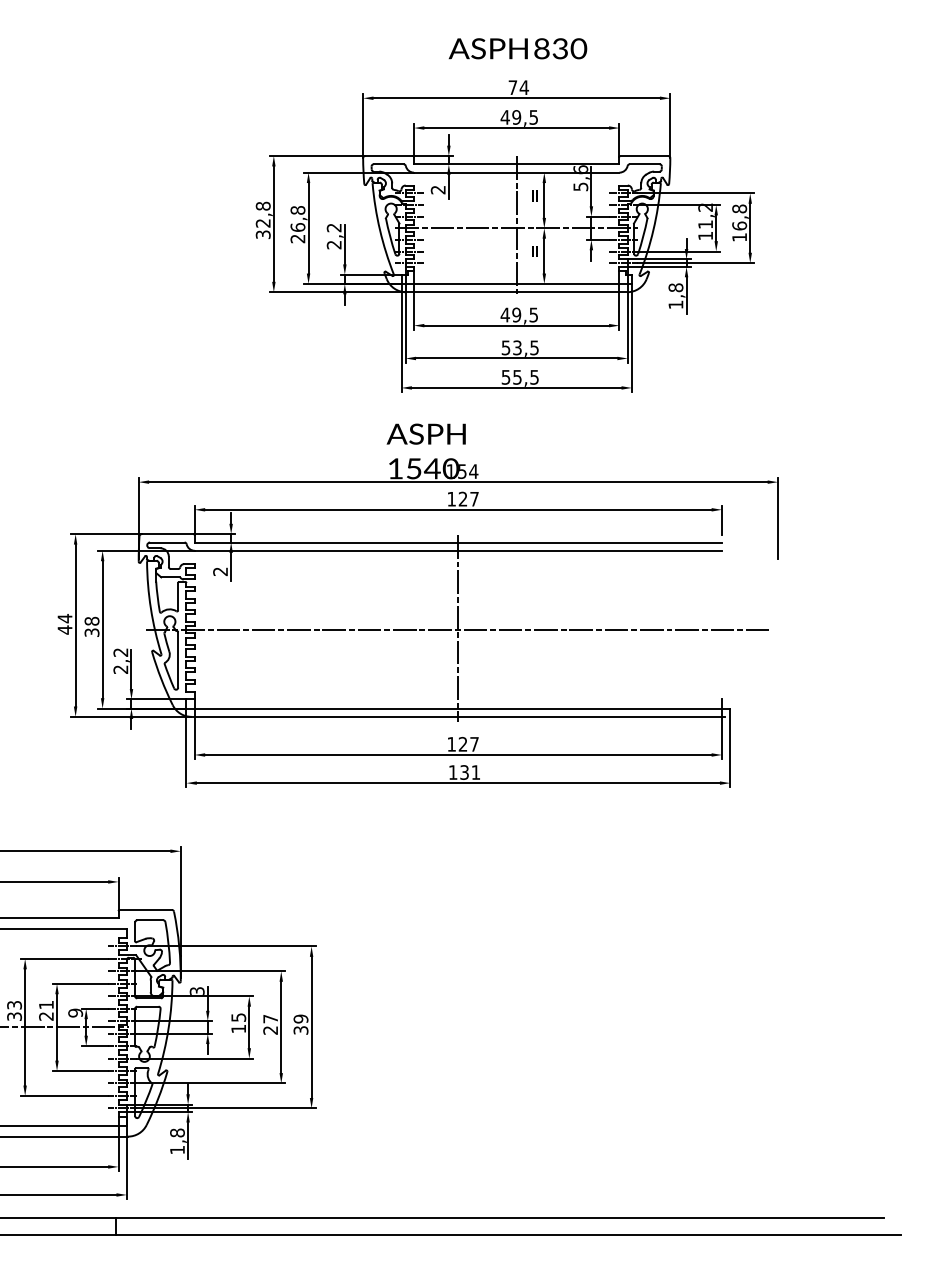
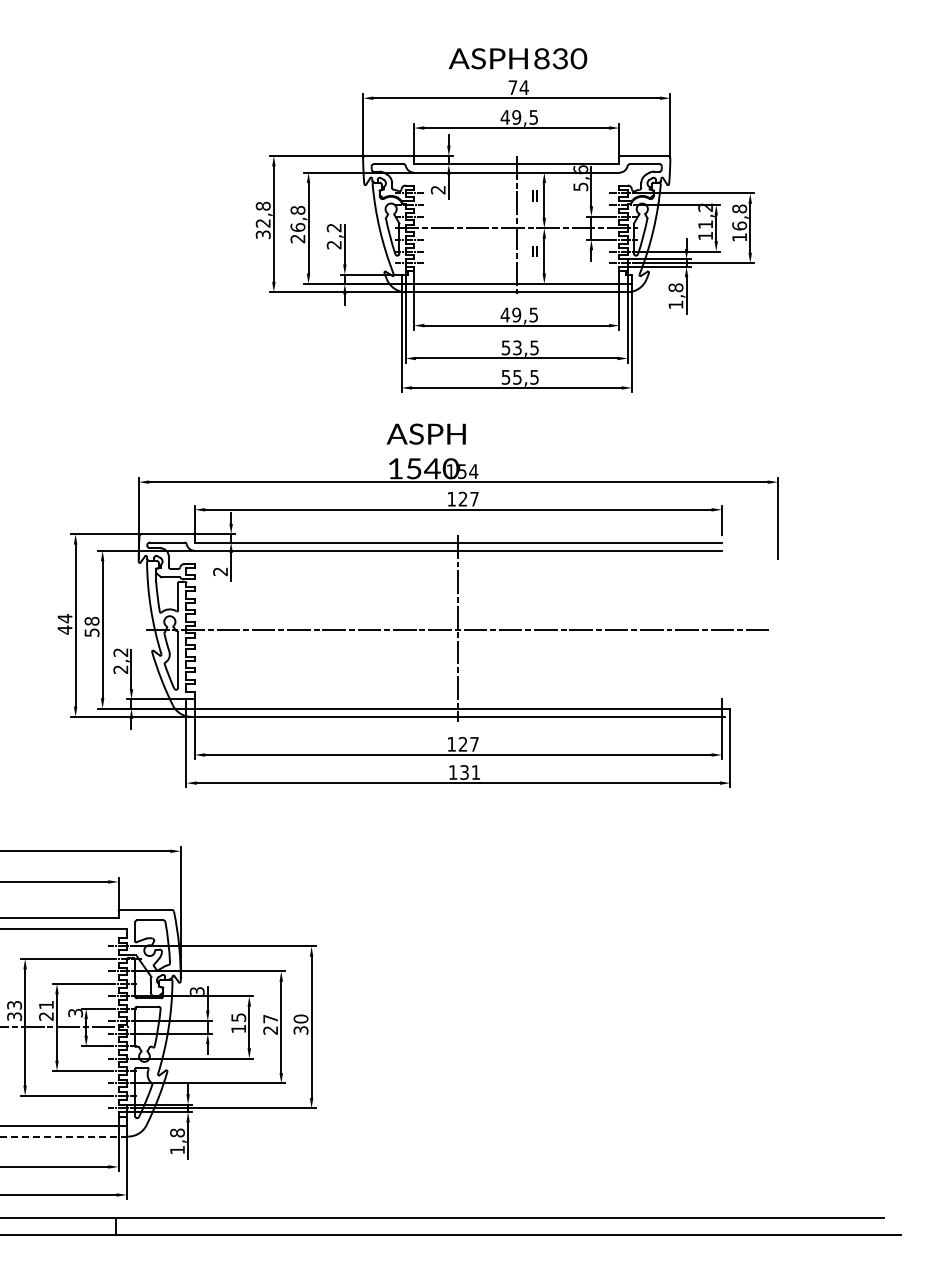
text at (517, 48) position: (517, 48) -> (517, 58)
text at (91, 632): 38 -> 58
text at (75, 1012): 9 -> 3
text at (300, 1018): 39 -> 30
line at (64, 1136): solid -> dashed
